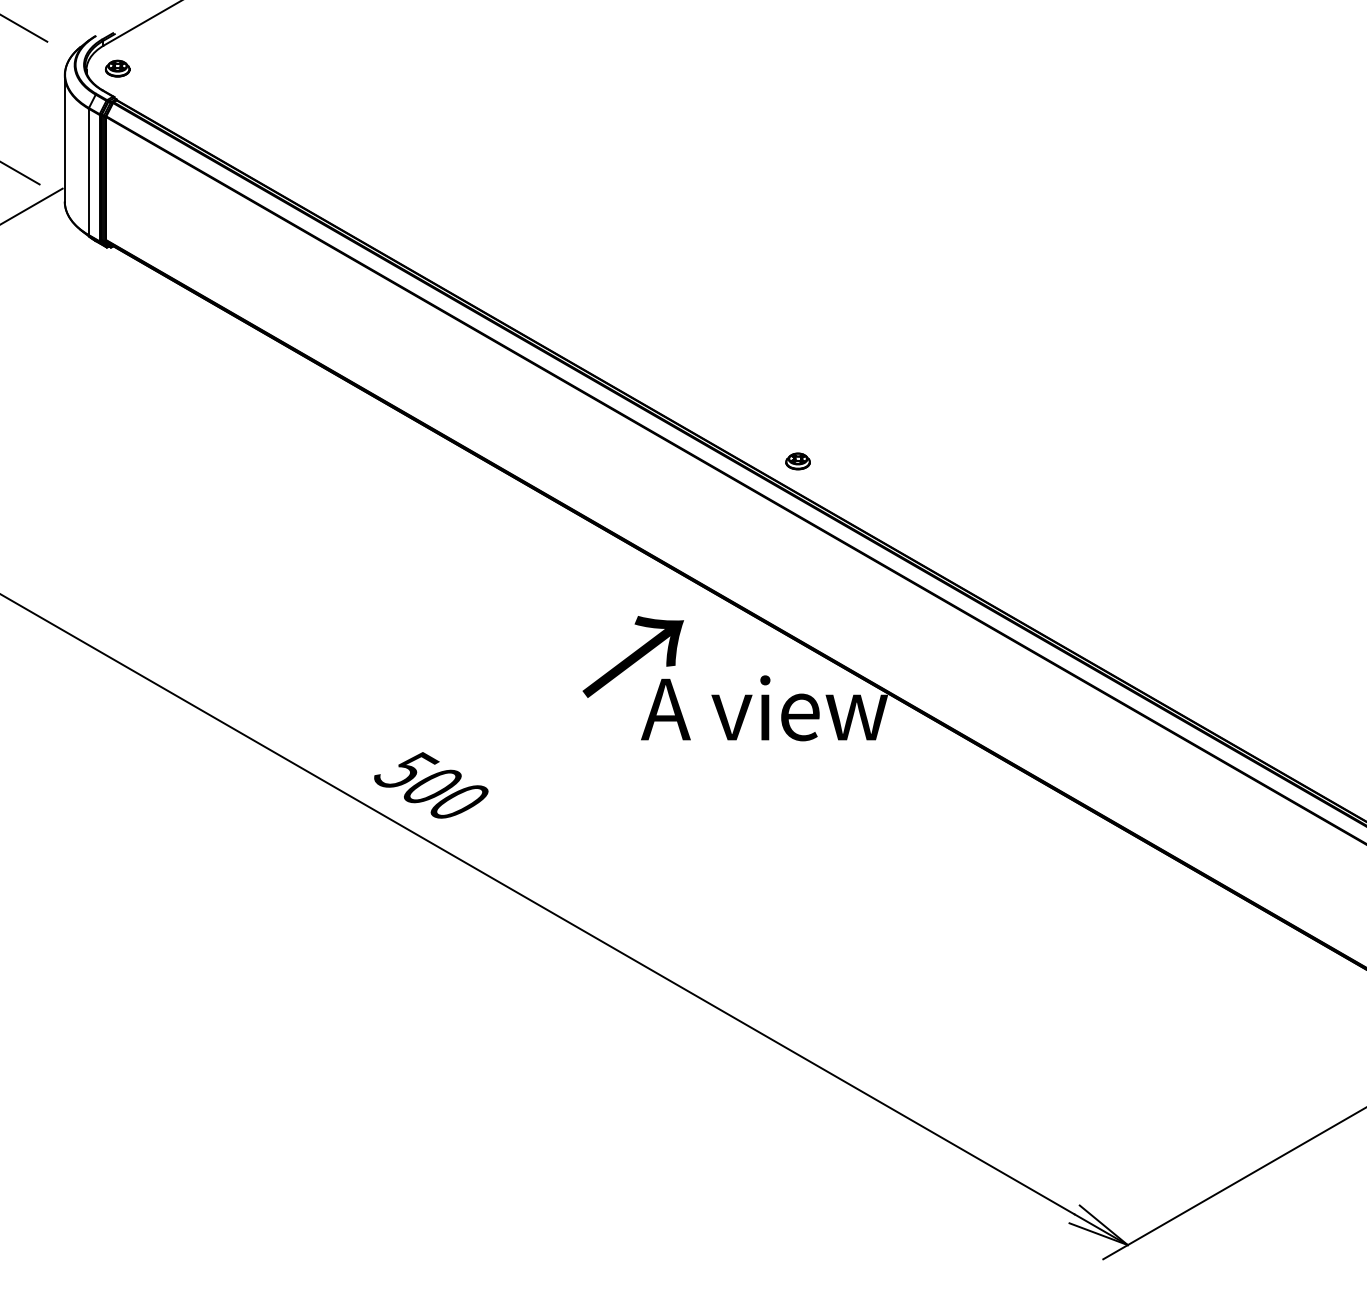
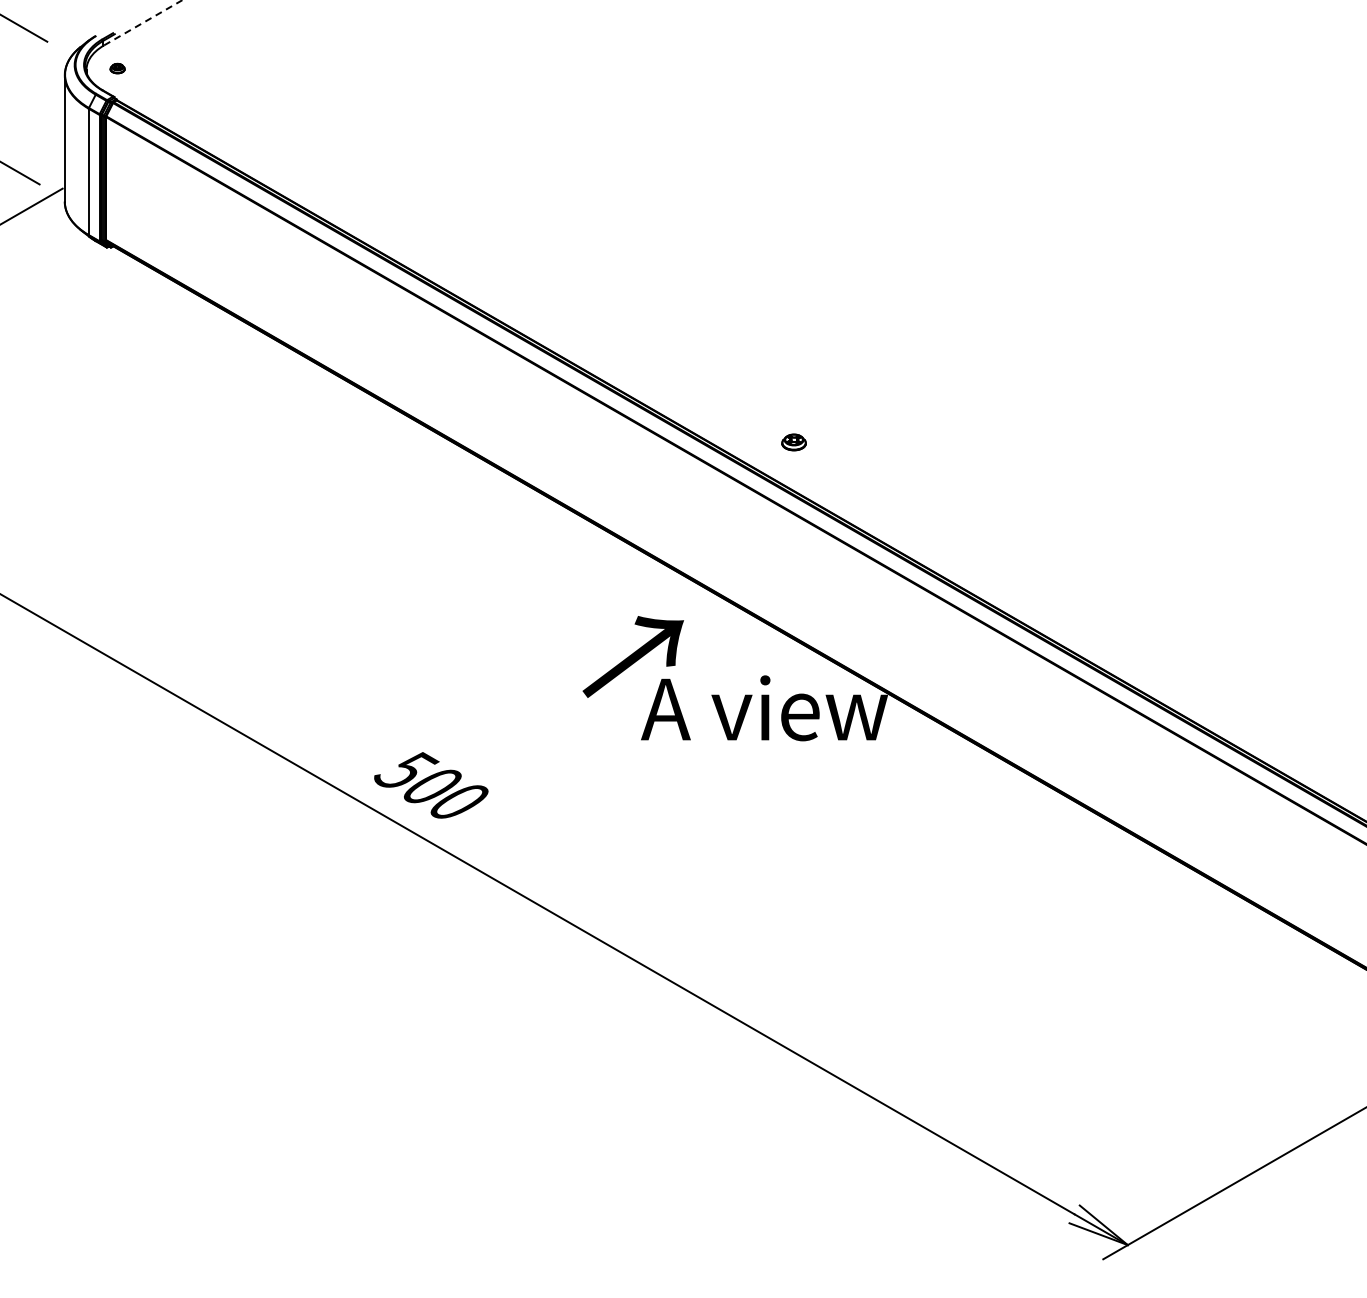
line at (143, 22): solid -> dashed
part at (117, 68) size: 27x19 px -> 17x13 px
part at (797, 461) position: (797, 461) -> (793, 442)
